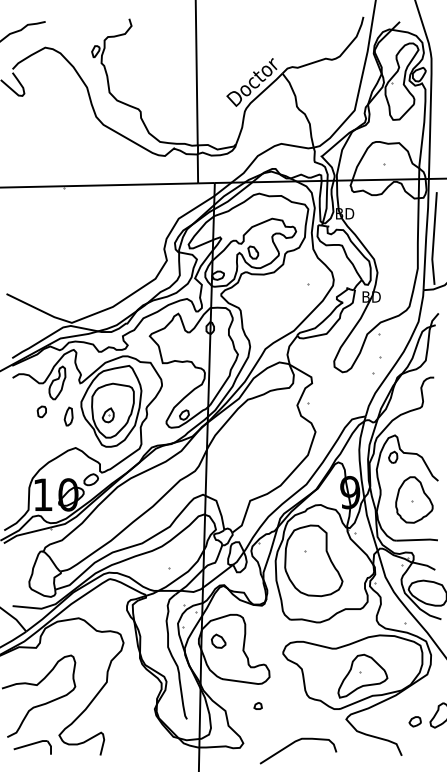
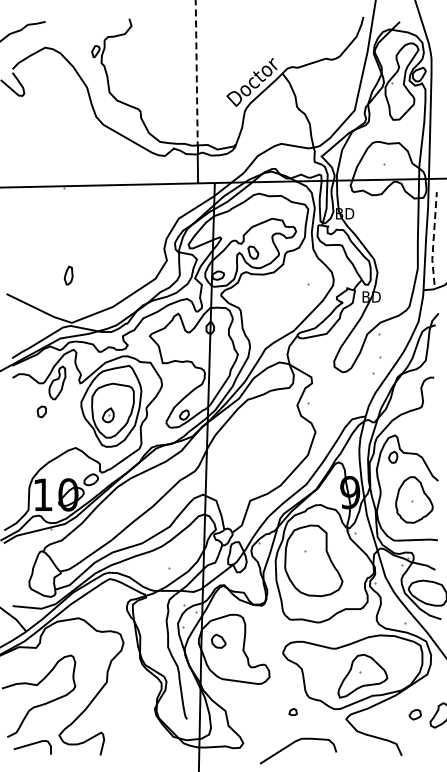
line at (196, 72): solid -> dashed
line at (433, 238): solid -> dashed
part at (68, 416) position: (68, 416) -> (68, 275)
part at (257, 705) position: (257, 705) -> (292, 711)
part at (414, 721) position: (414, 721) -> (414, 714)
